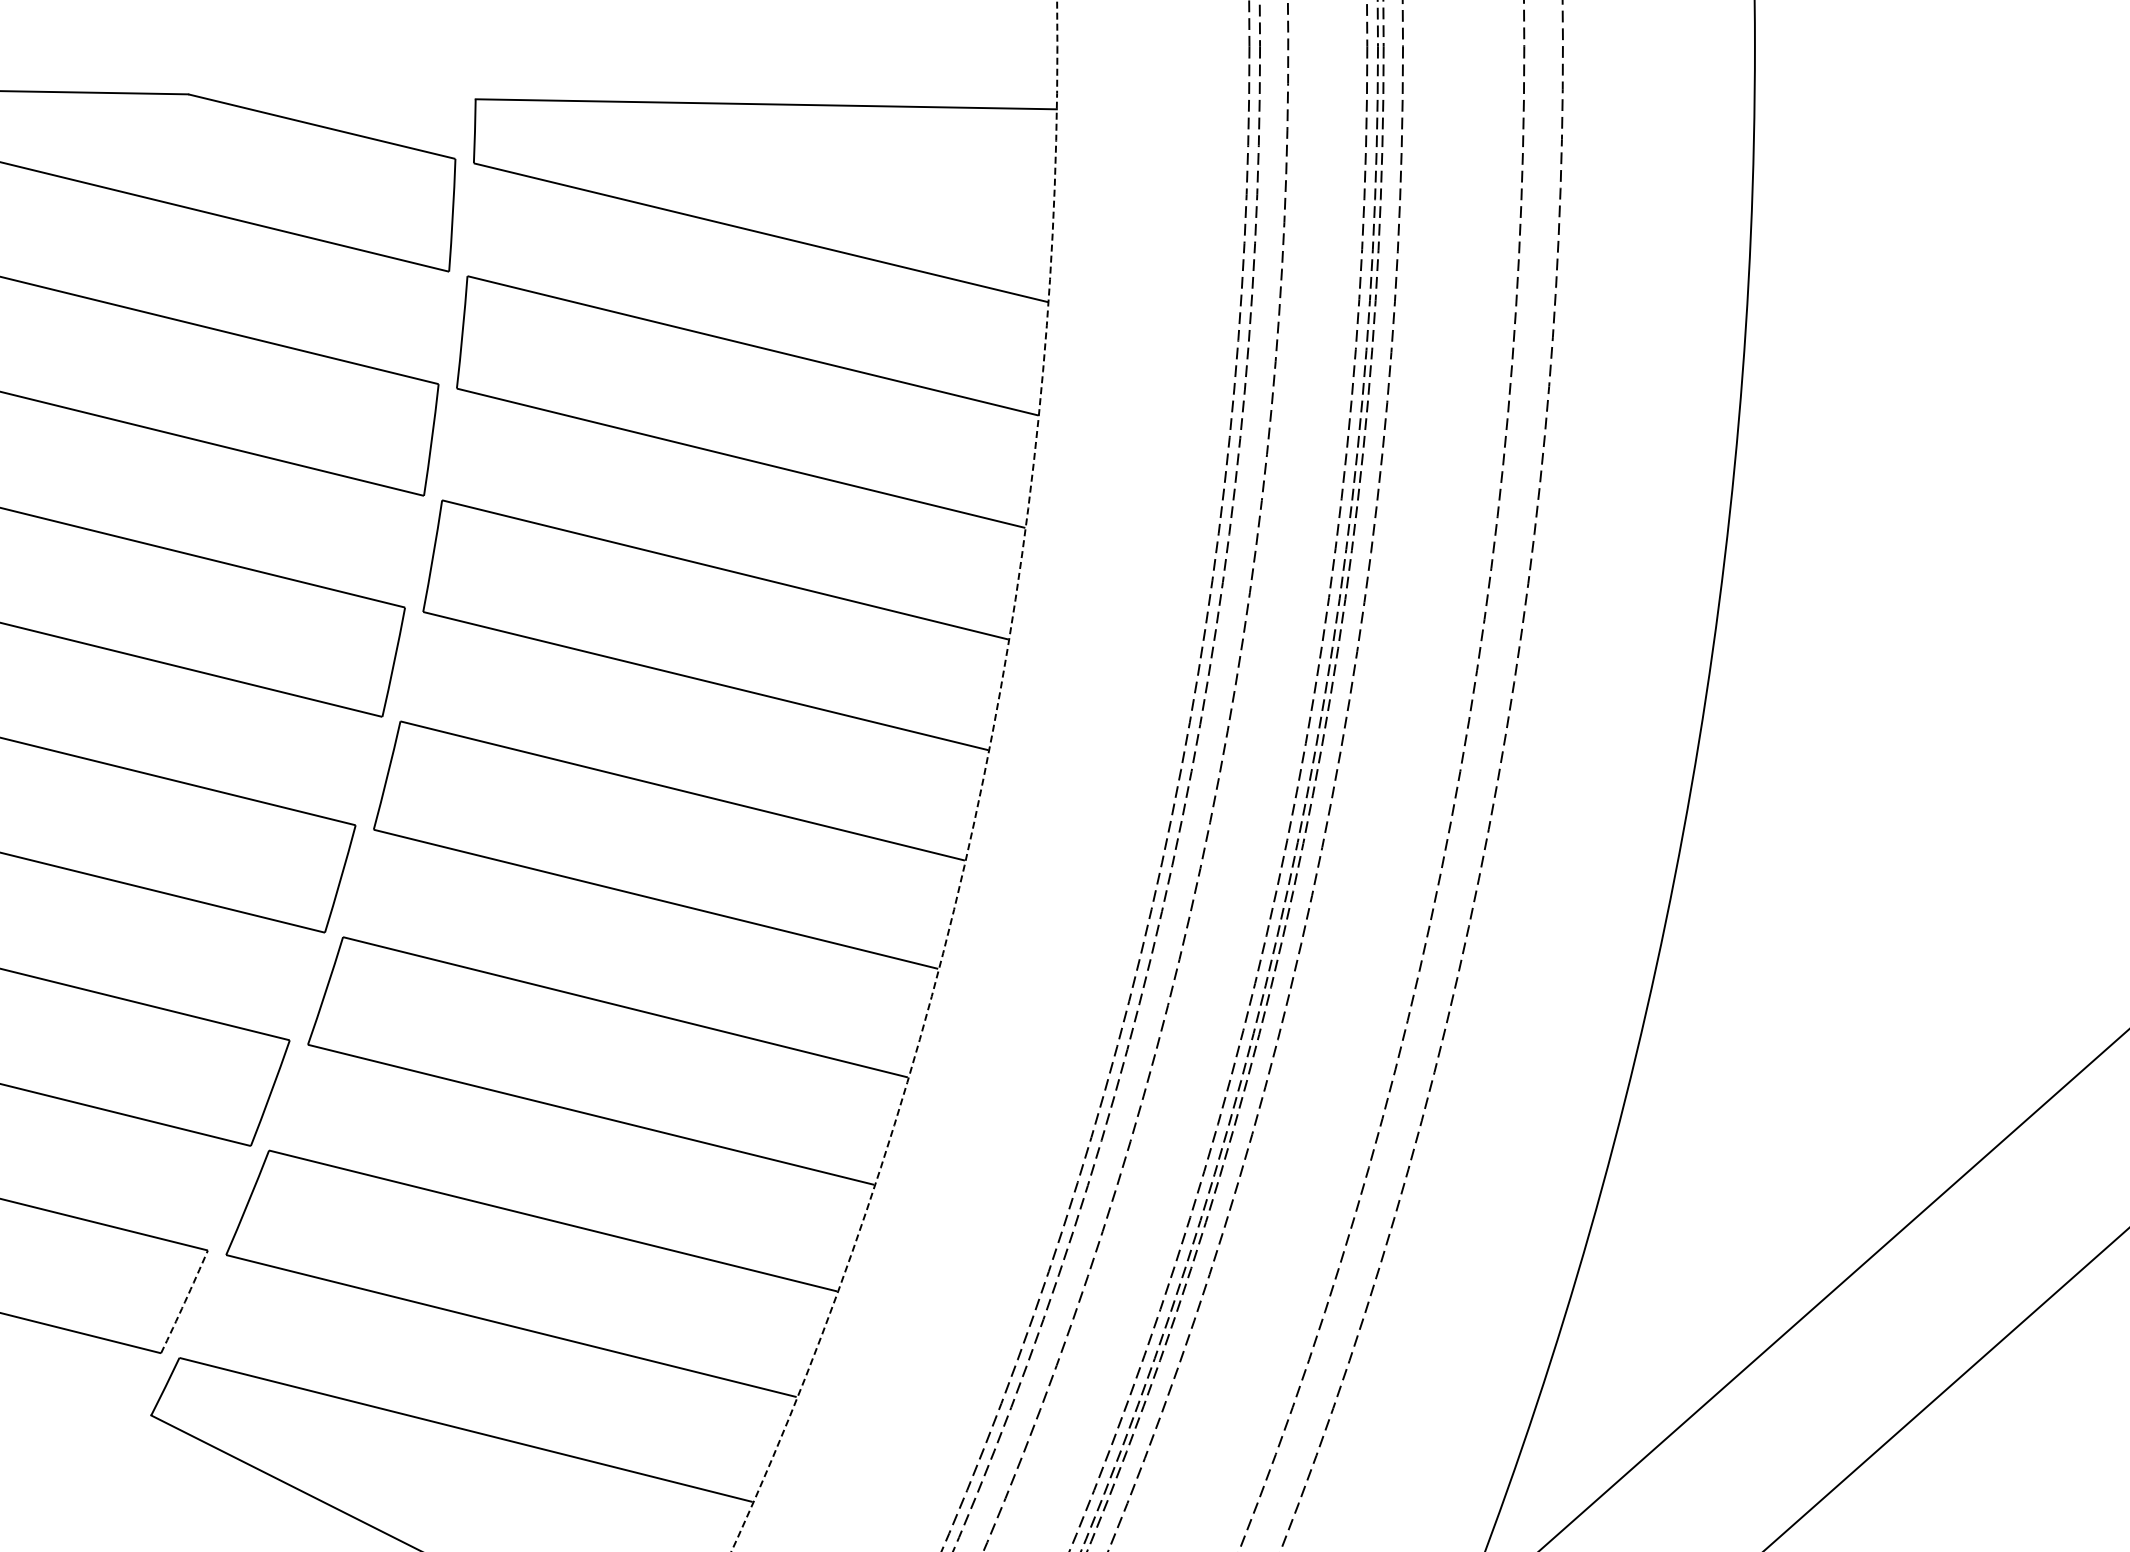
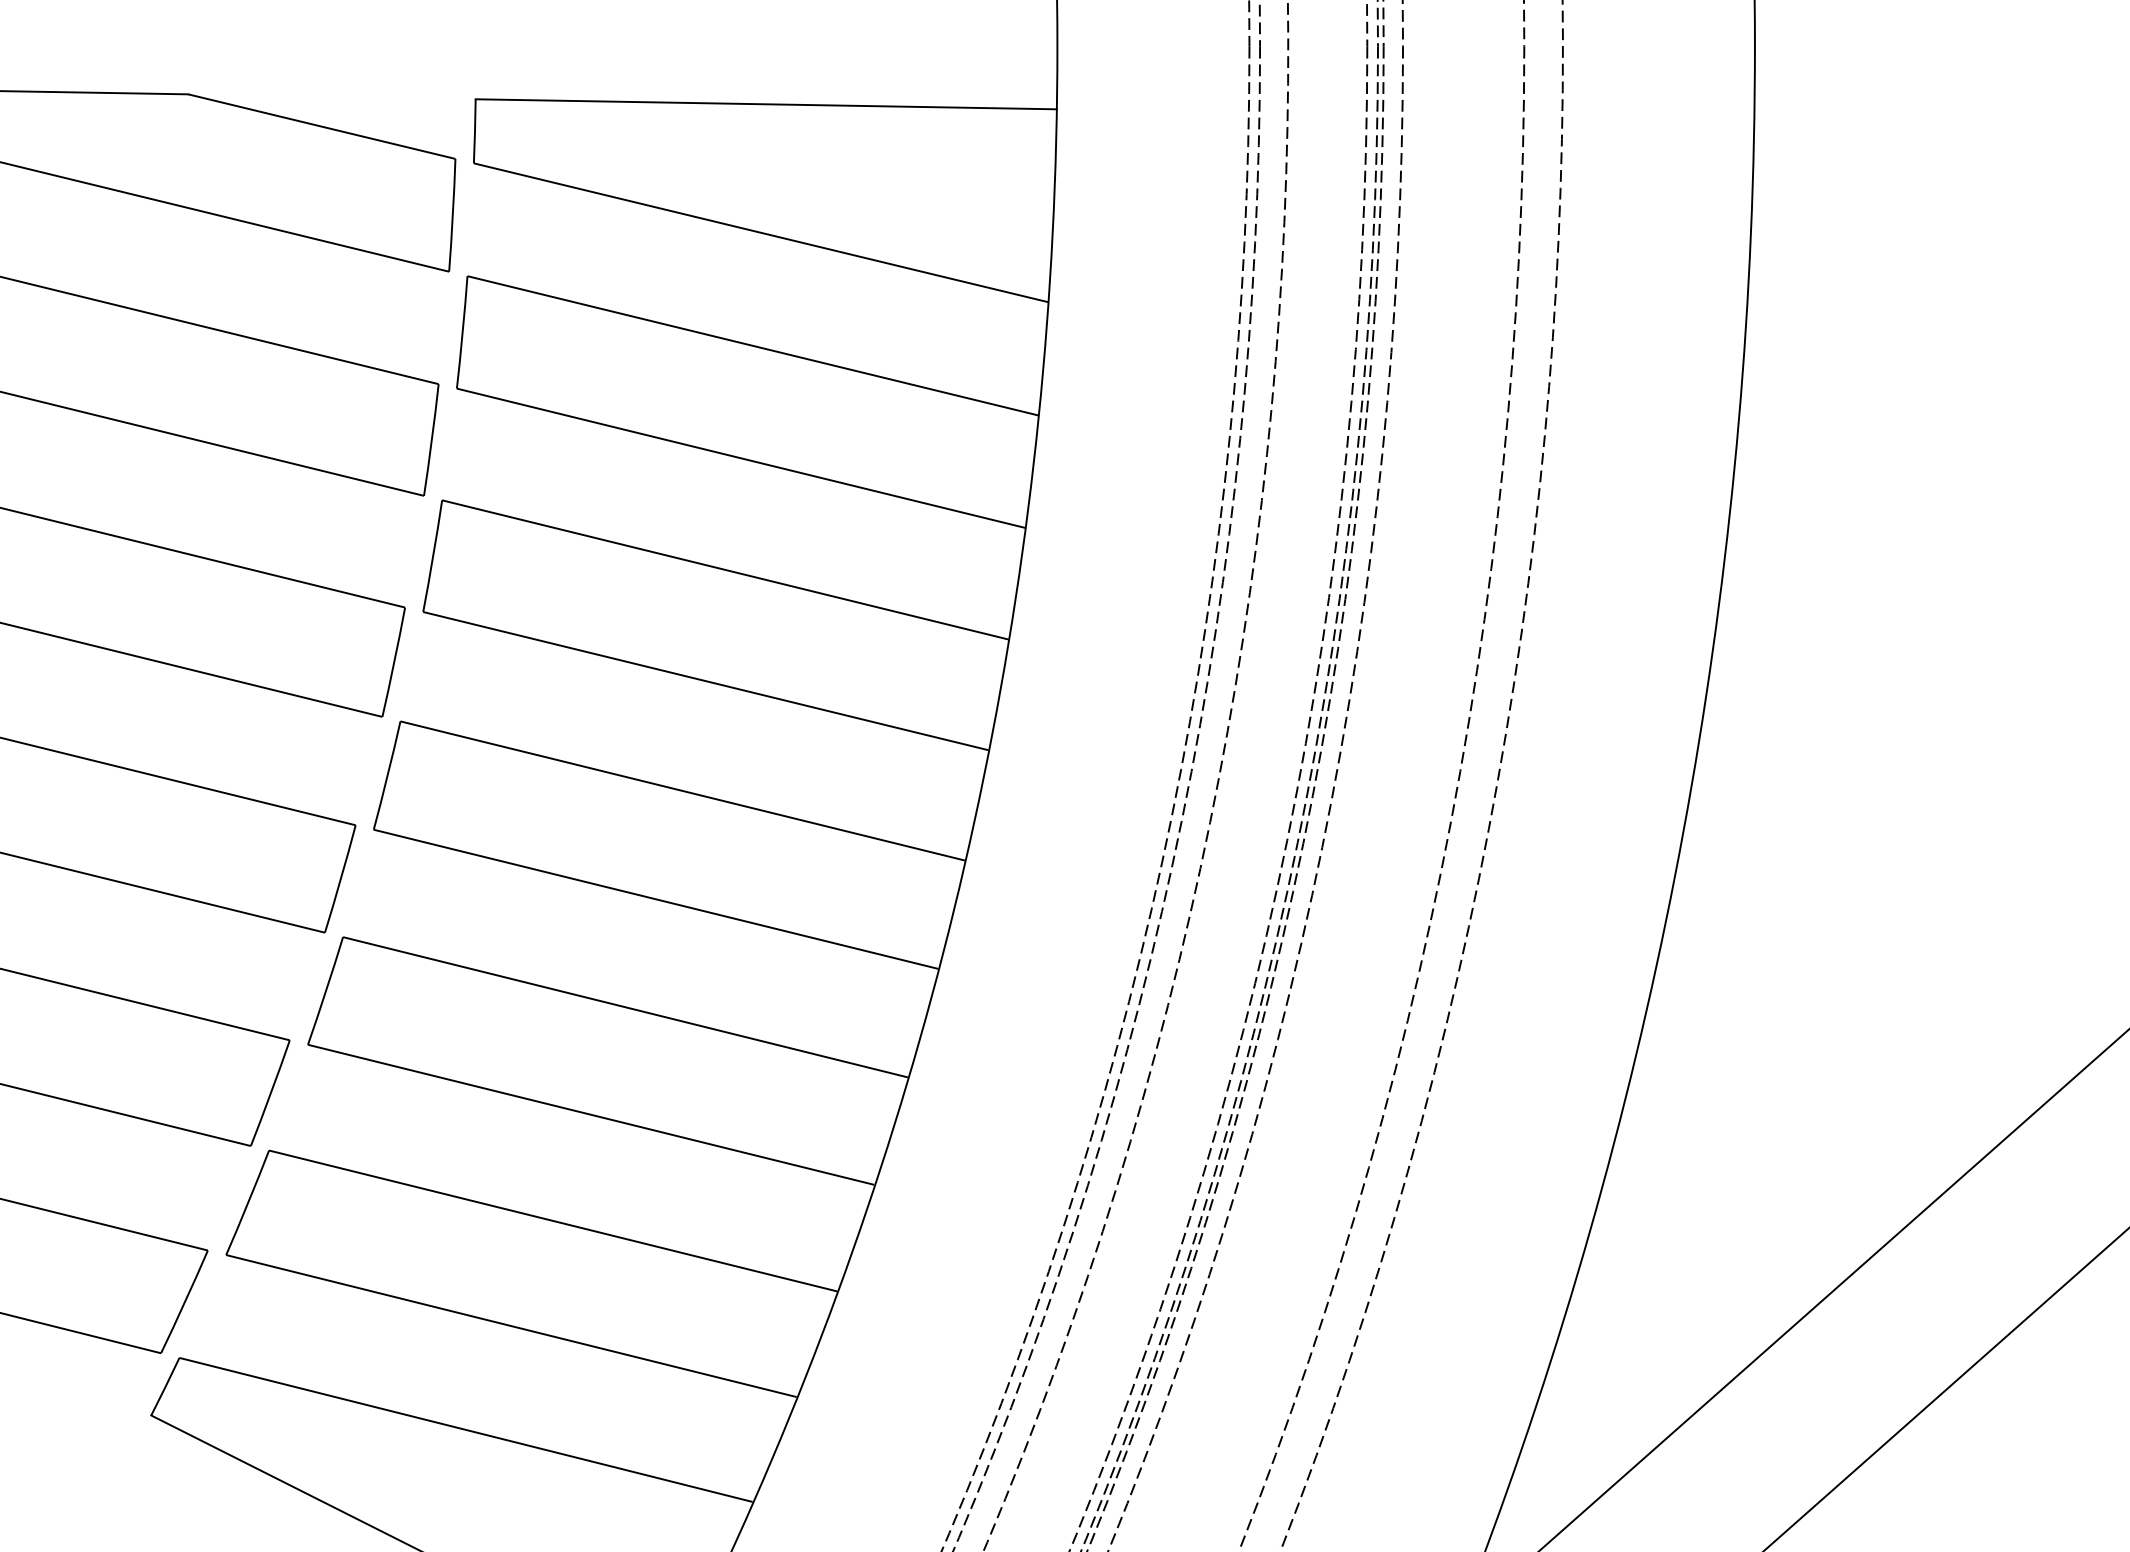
circle at (894, 775): dashed -> solid
arc at (184, 1302): dashed -> solid
